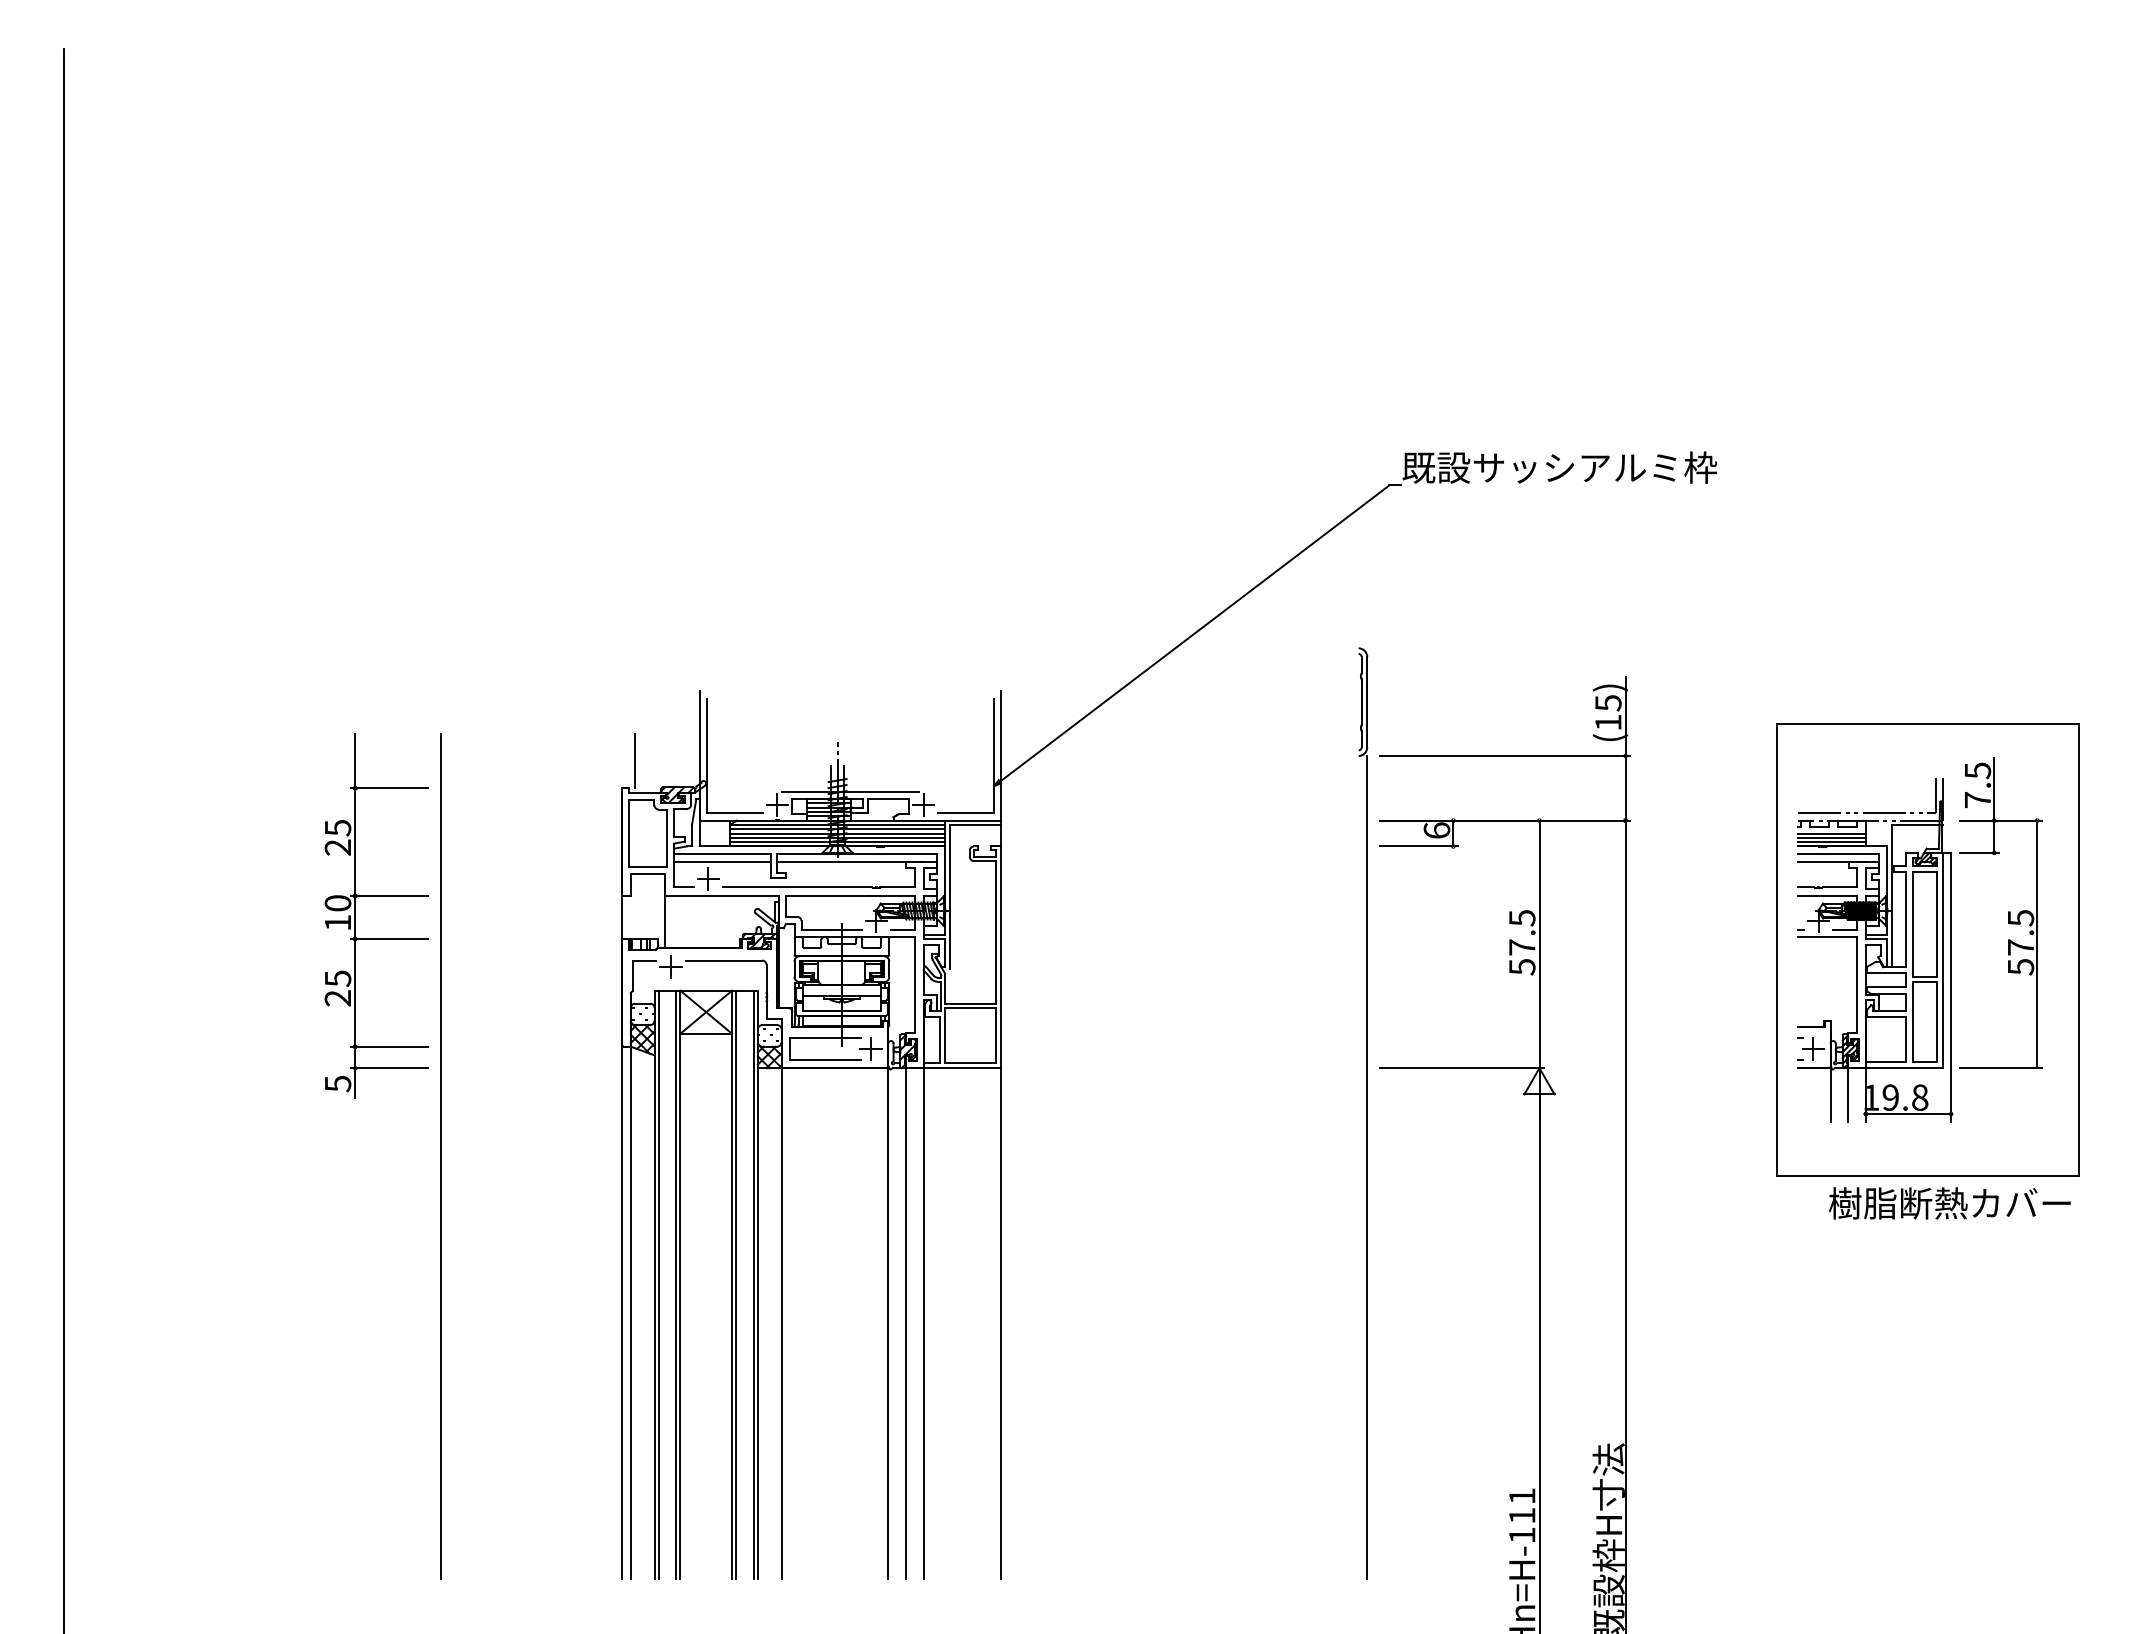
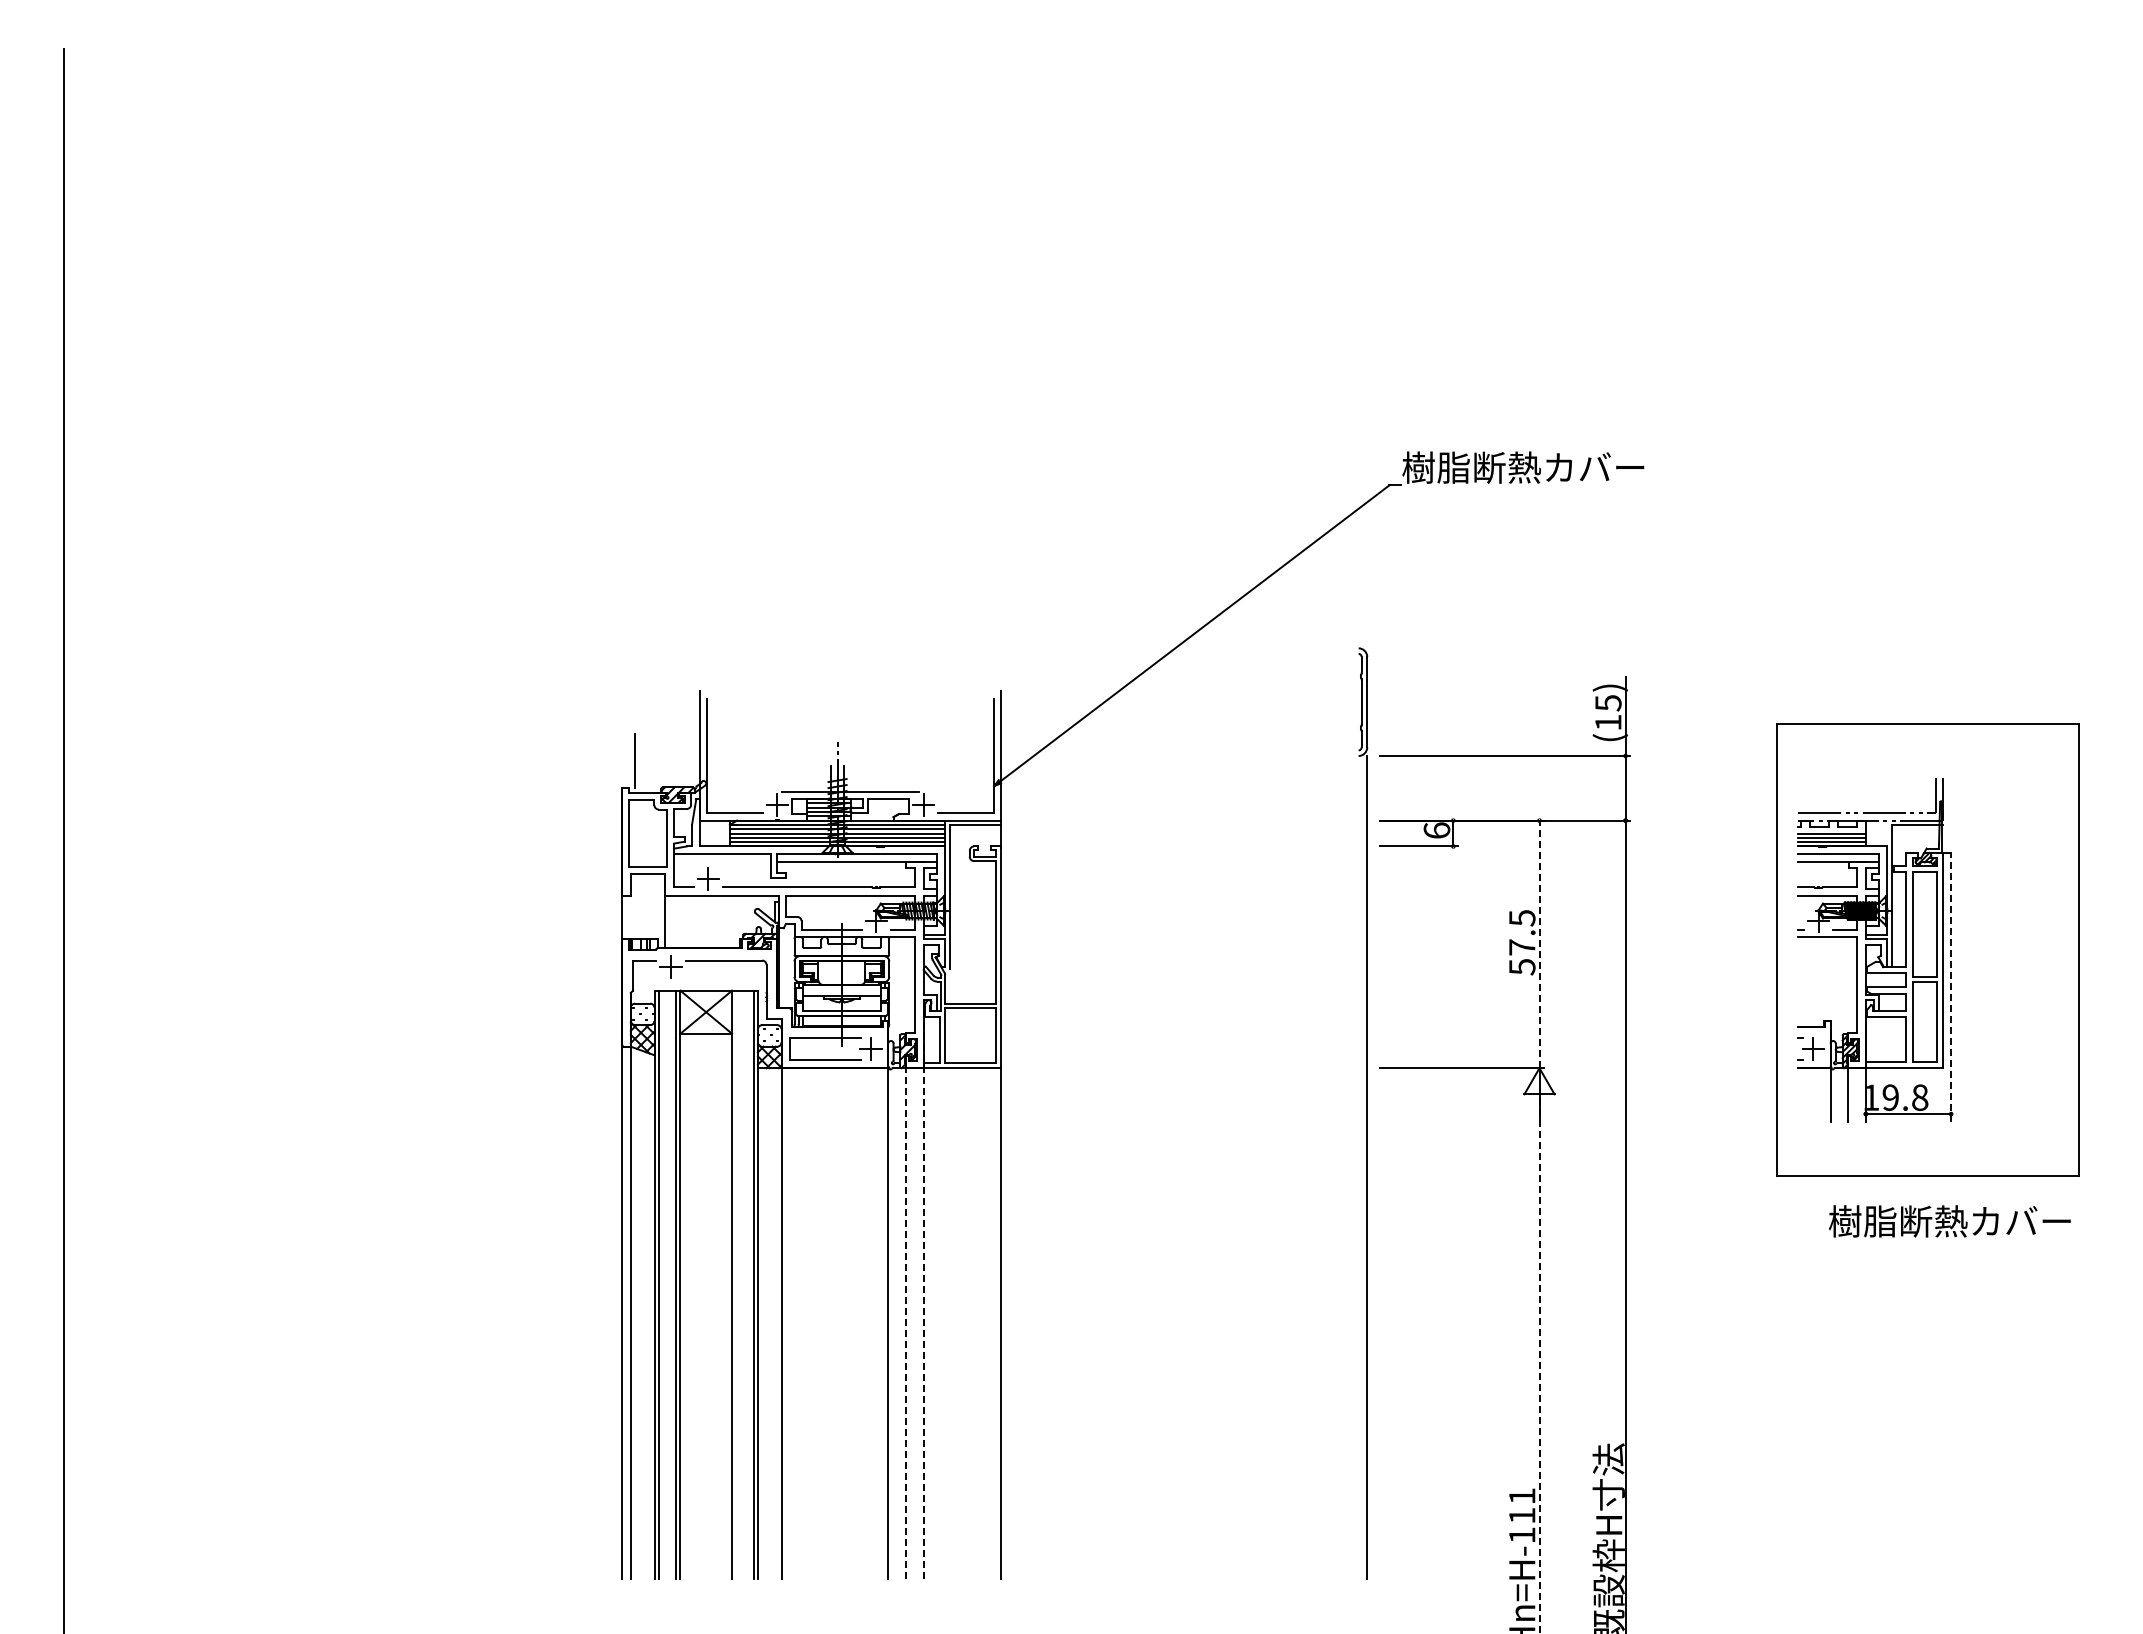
text at (1559, 467): 既設サッシアルミ枠 -> 樹脂断熱カバー
line at (721, 861): present -> none
part at (376, 896): present -> none
part at (2008, 912): present -> none
line at (1539, 944): solid -> dashed
line at (1951, 987): solid -> dashed
line at (441, 1156): present -> none
text at (1949, 1203) position: (1949, 1203) -> (1949, 1221)
line at (736, 1284): present -> none
line at (923, 1289): solid -> dashed
line at (905, 1322): solid -> dashed
line at (1539, 1366): solid -> dashed
